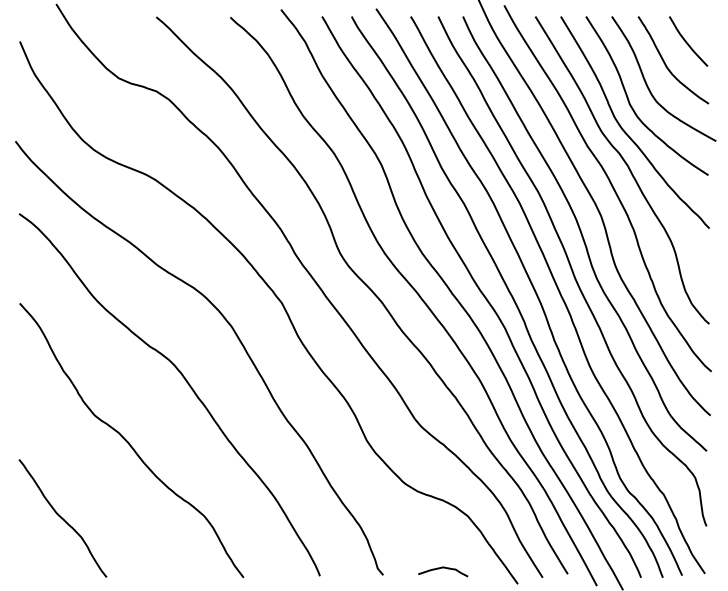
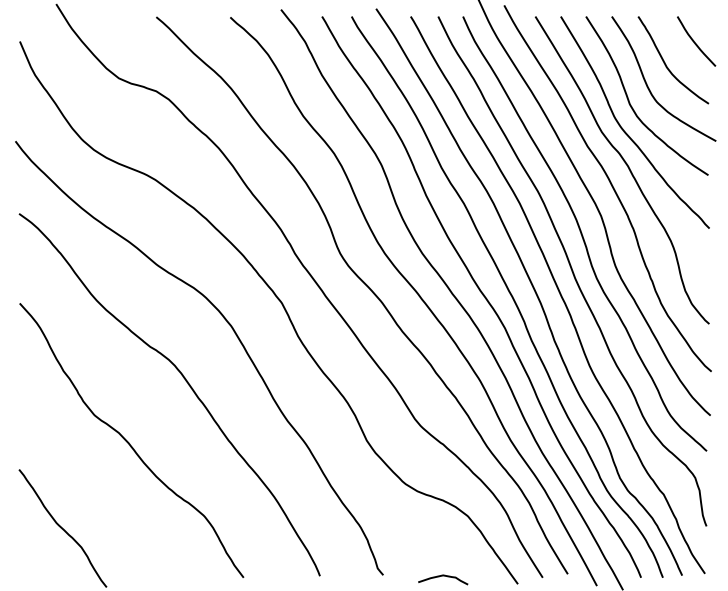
curve at (687, 42) position: (687, 42) -> (695, 42)
curve at (62, 518) position: (62, 518) -> (62, 528)
curve at (443, 568) position: (443, 568) -> (443, 576)
